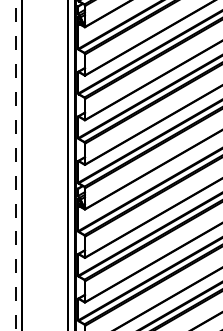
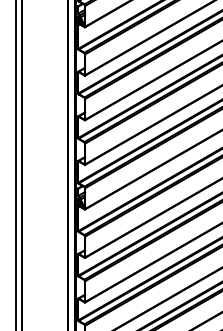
line at (15, 165): dashed -> solid
